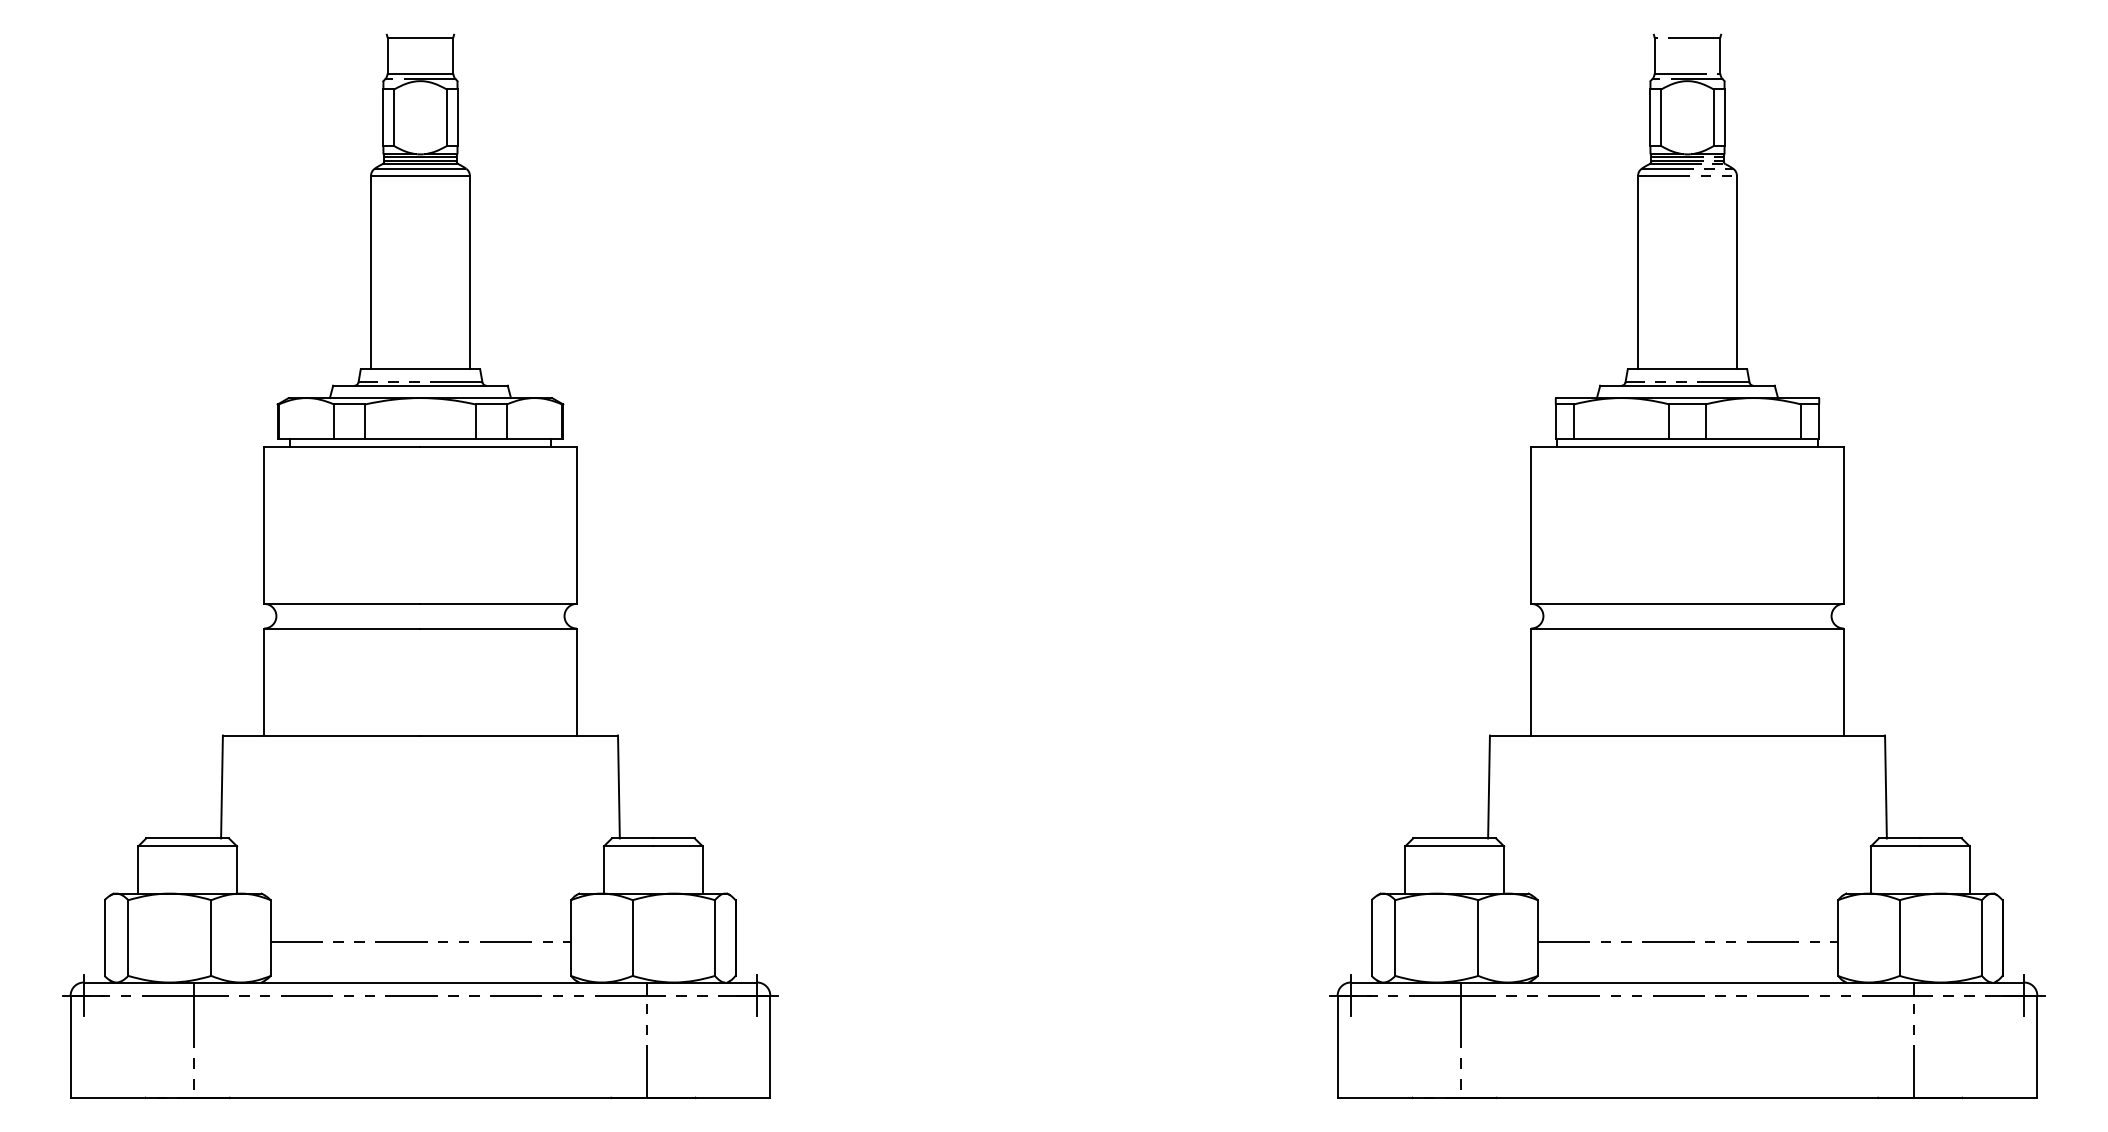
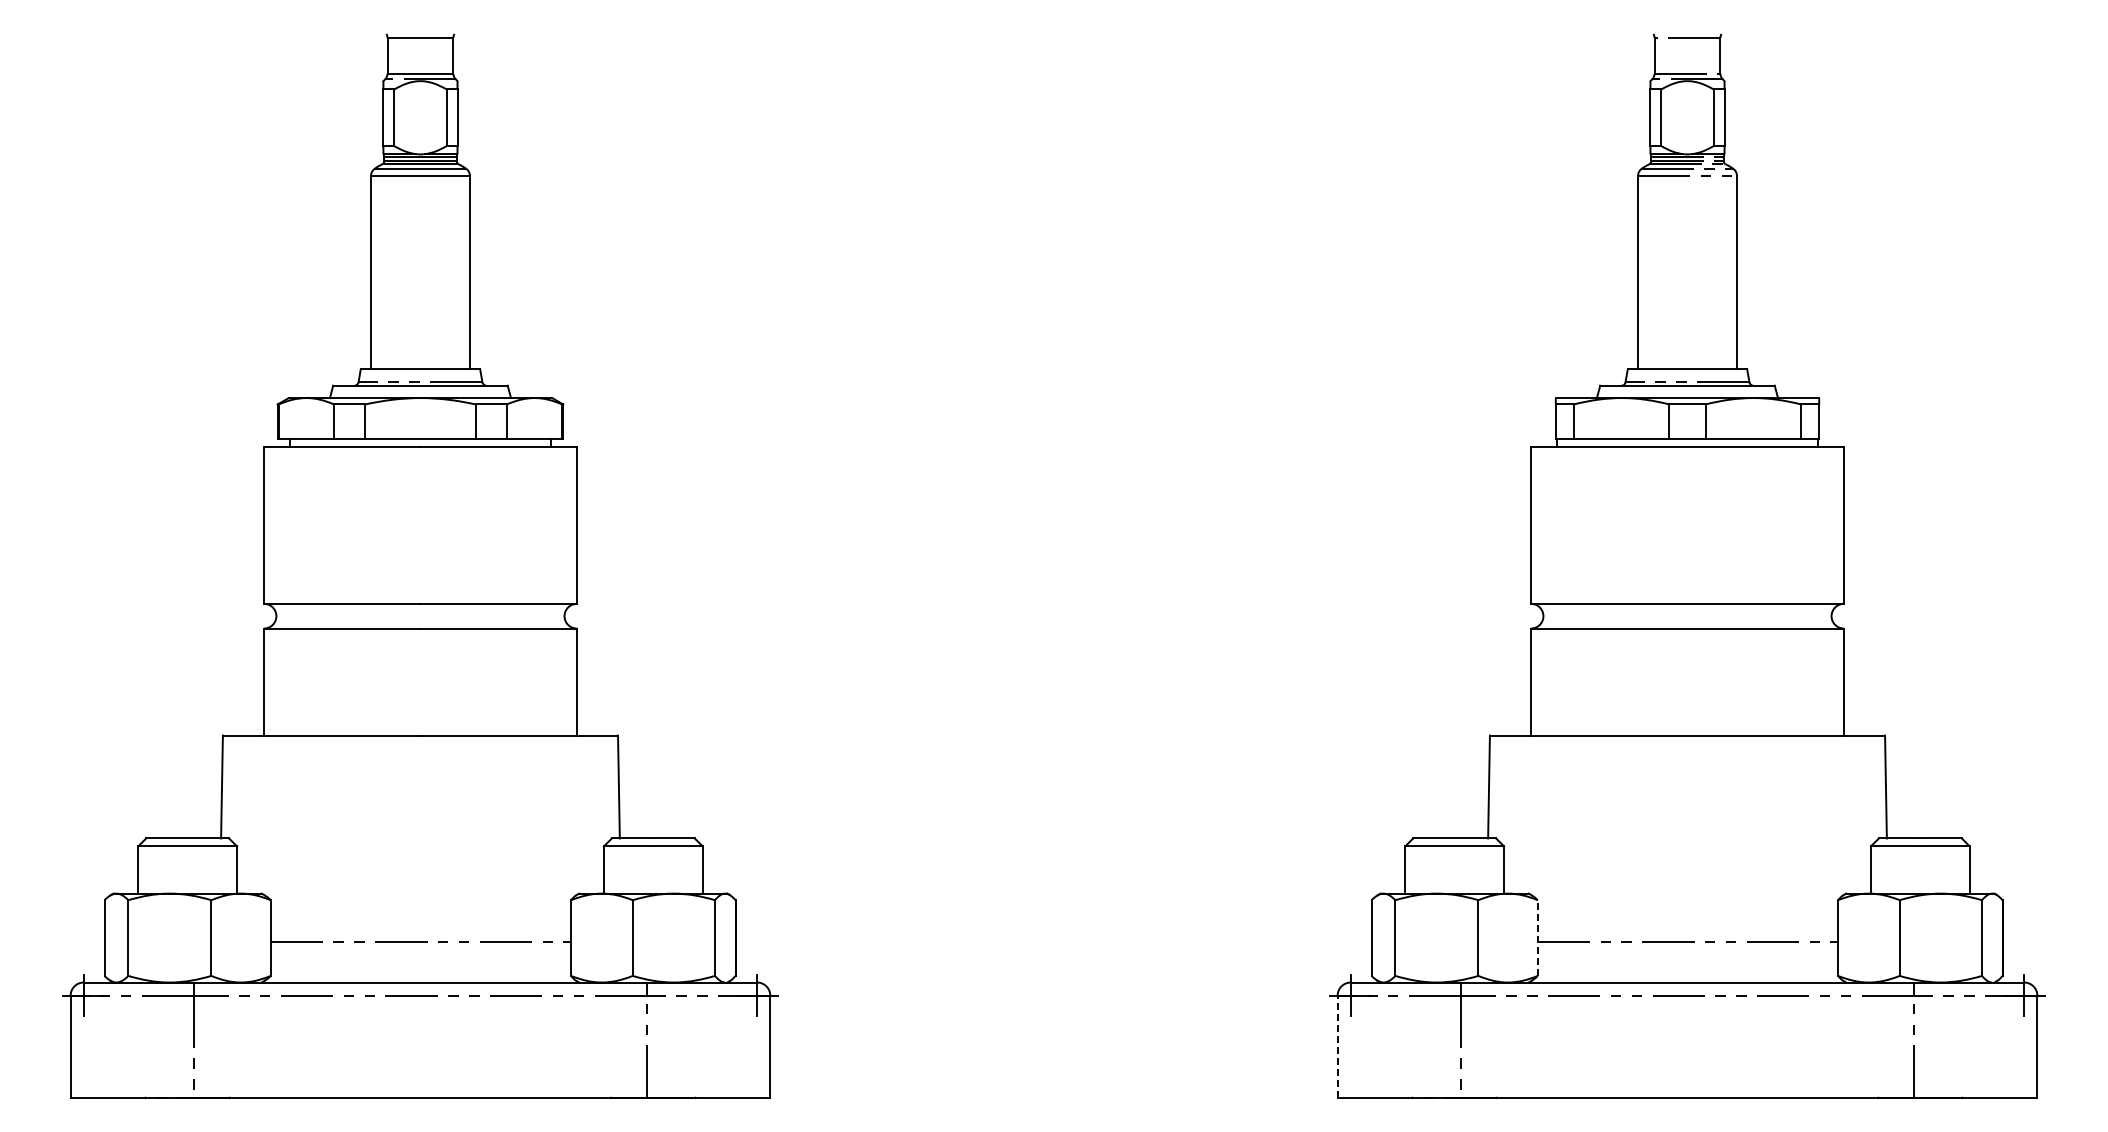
line at (1537, 938): solid -> dashed
line at (1337, 1046): solid -> dashed
